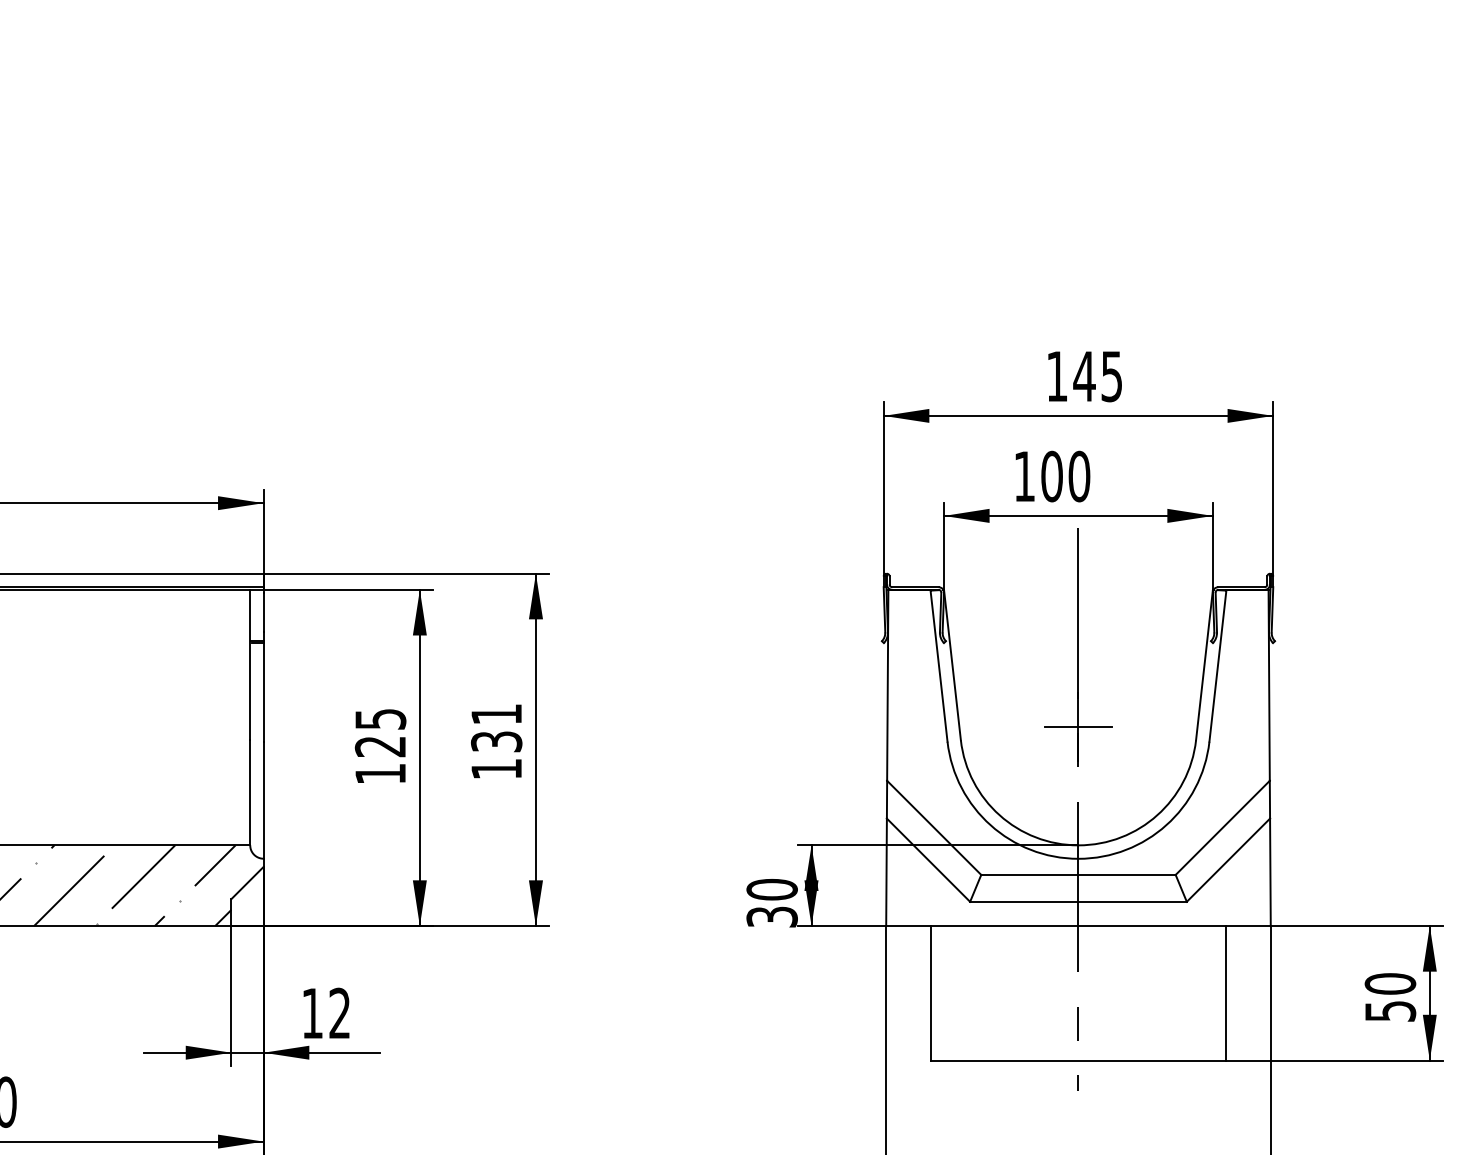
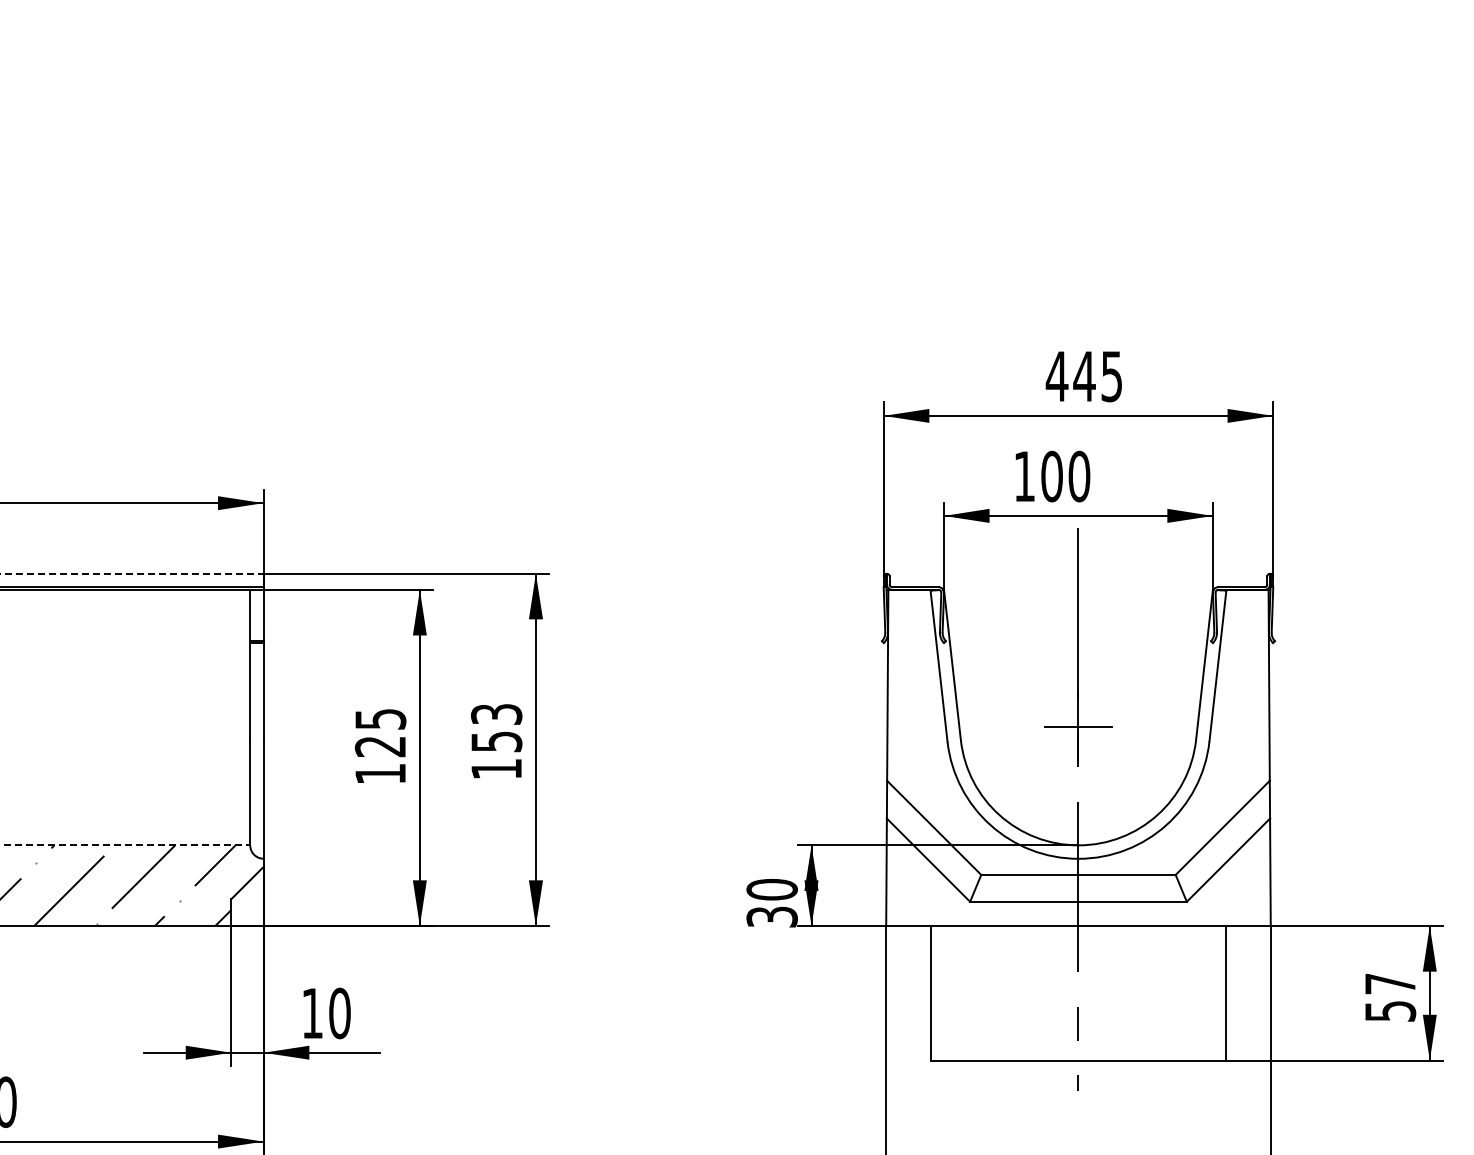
text at (1056, 376): 145 -> 445
line at (132, 573): solid -> dashed
text at (496, 727): 131 -> 153
line at (125, 845): solid -> dashed
text at (1390, 983): 50 -> 57
text at (339, 1013): 12 -> 10
